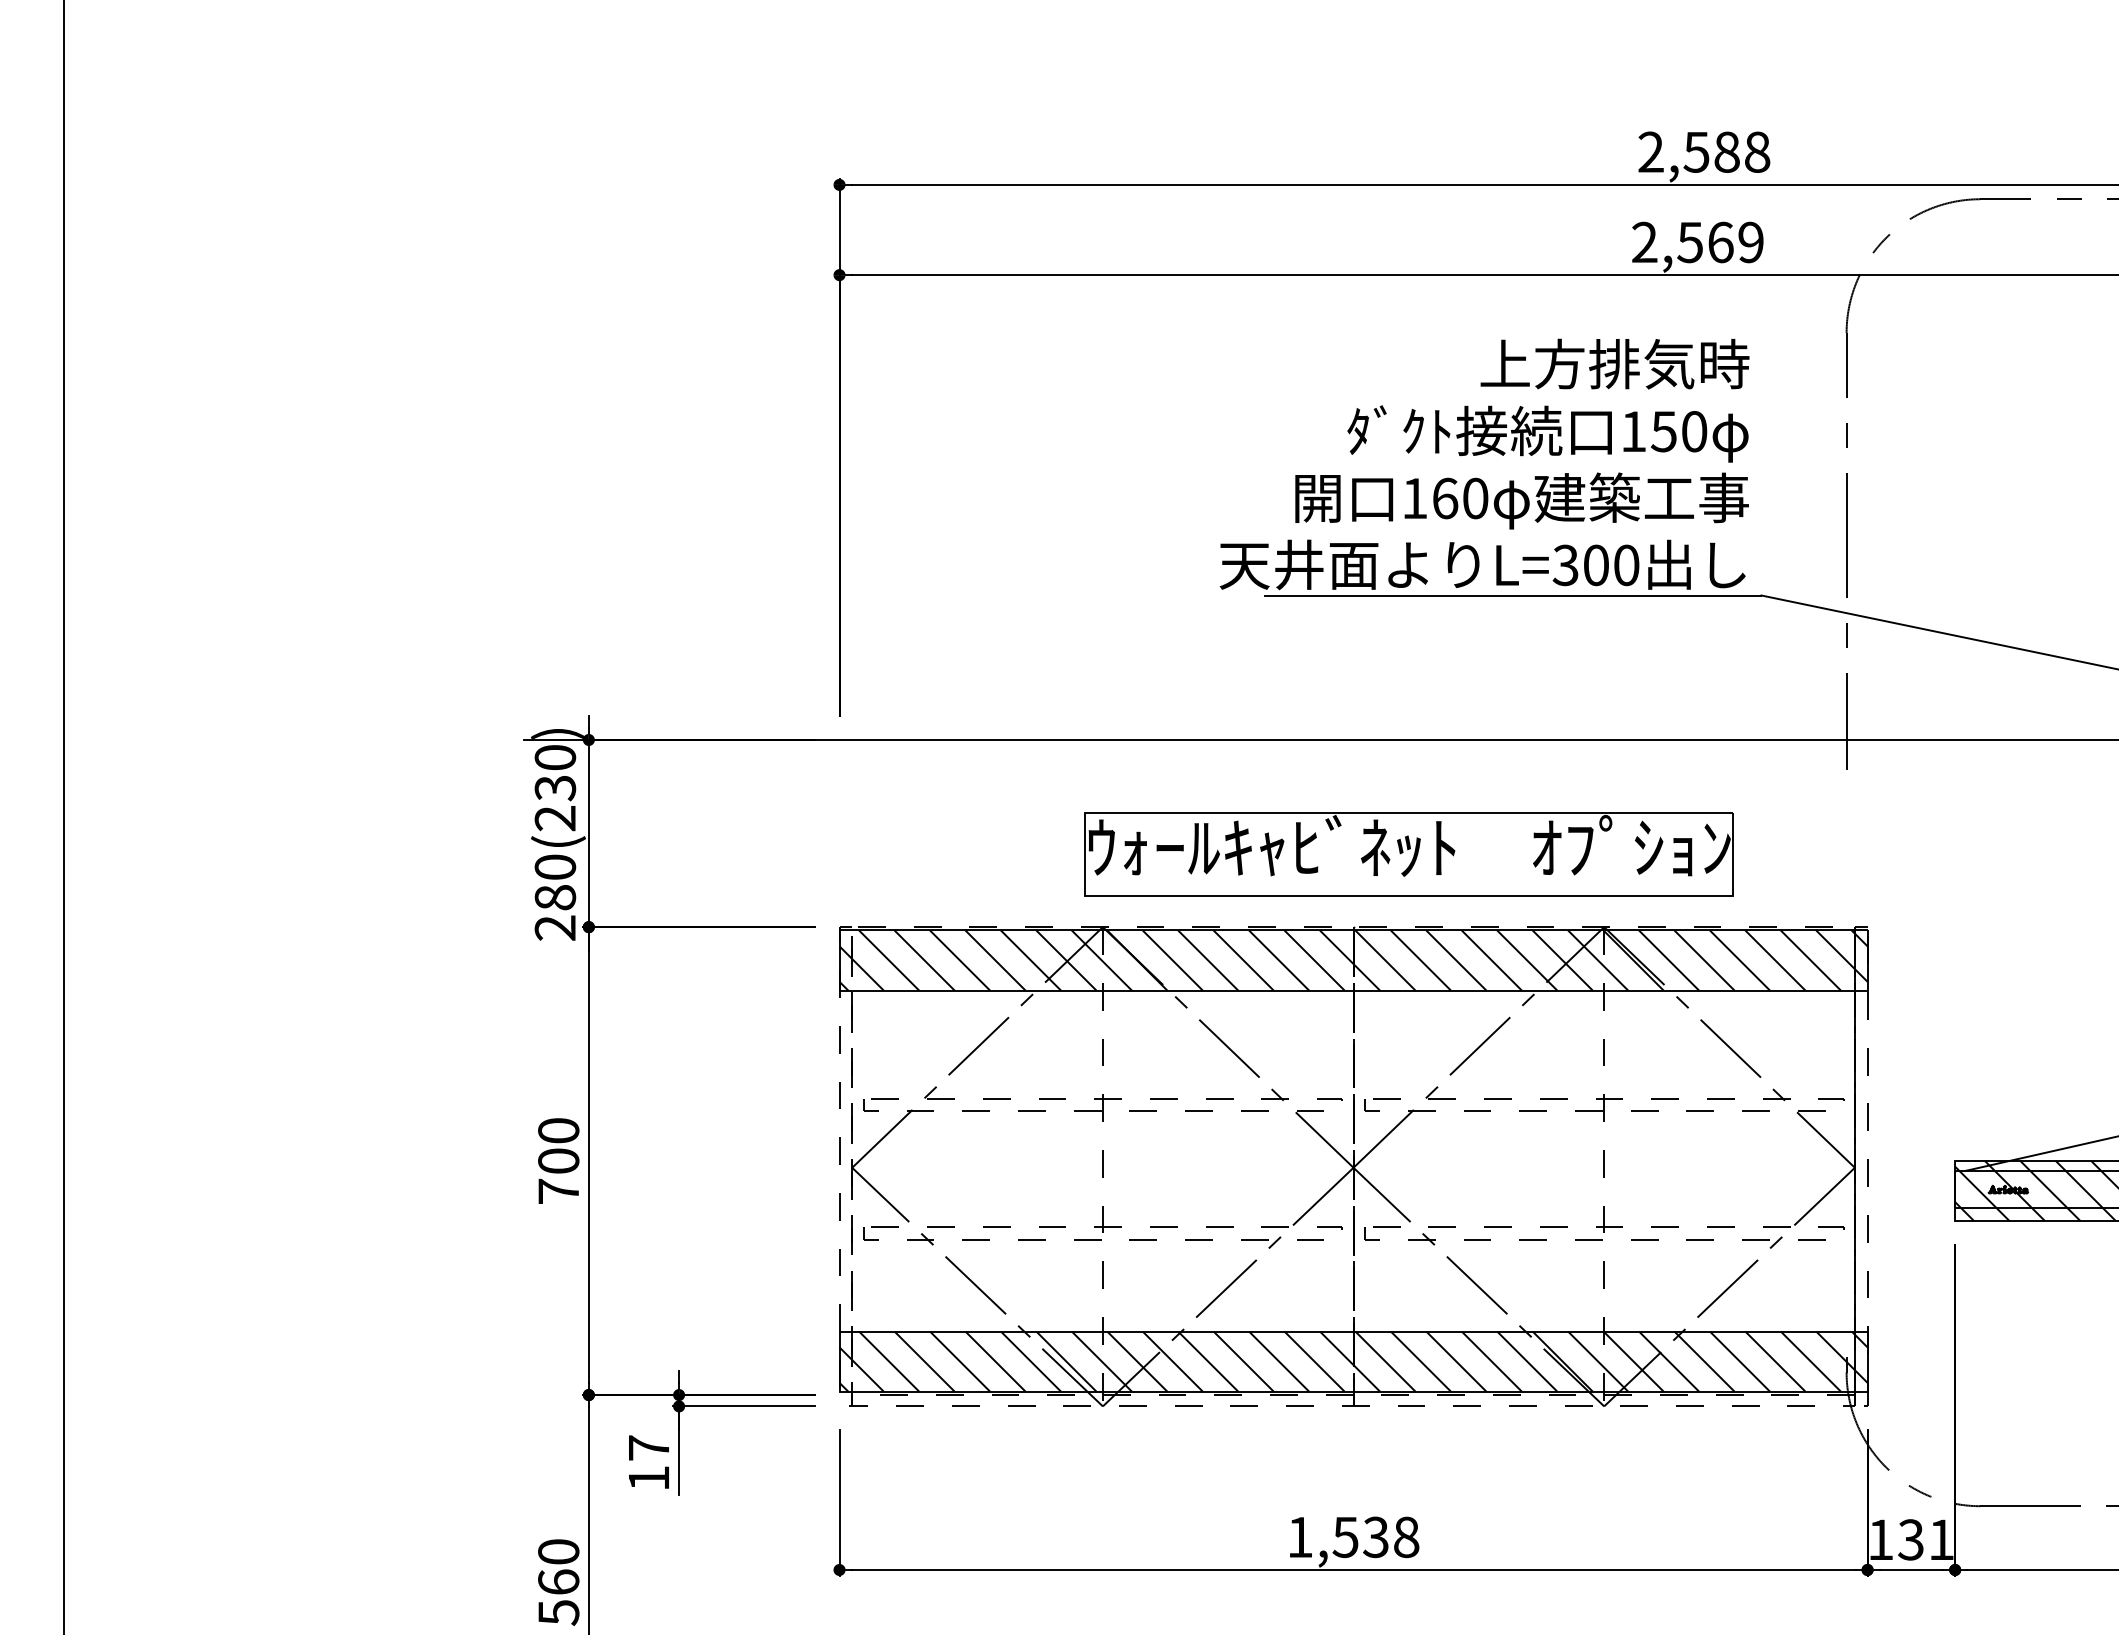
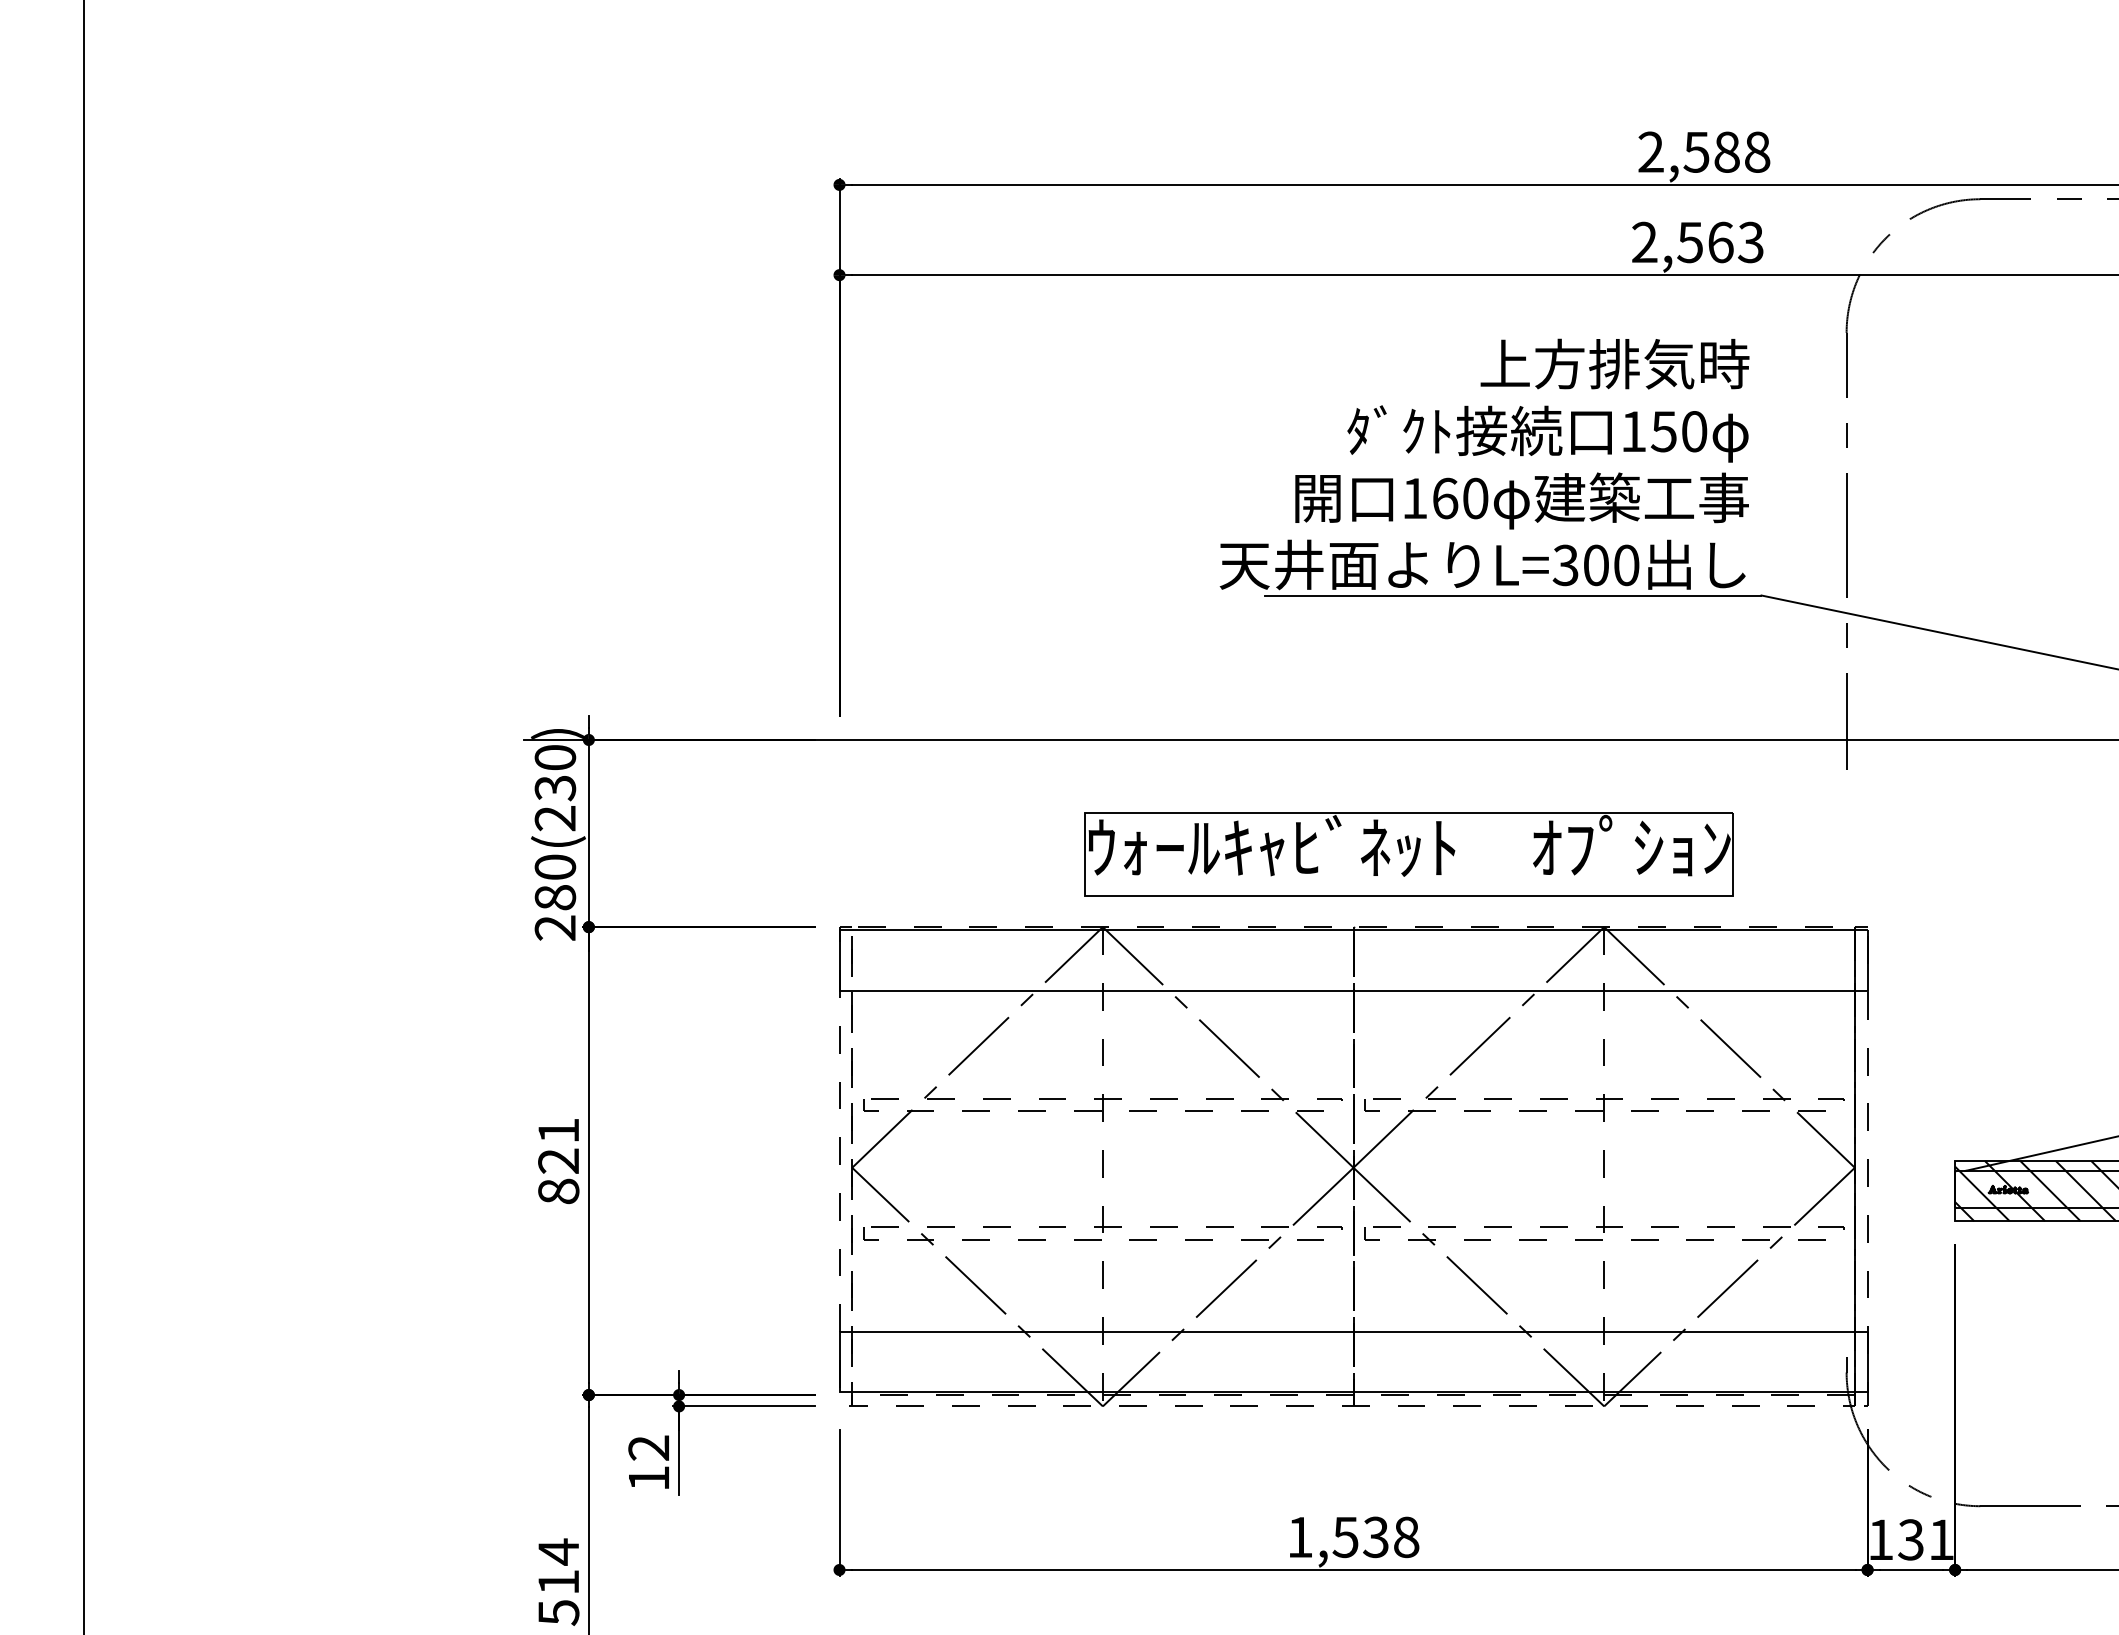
text at (1750, 242): 2,569 -> 2,563
line at (63, 816) position: (63, 816) -> (83, 816)
hatch at (1353, 960): present -> none
text at (558, 1161): 700 -> 821
hatch at (1353, 1361): present -> none
text at (648, 1447): 17 -> 12
text at (558, 1566): 560 -> 514
